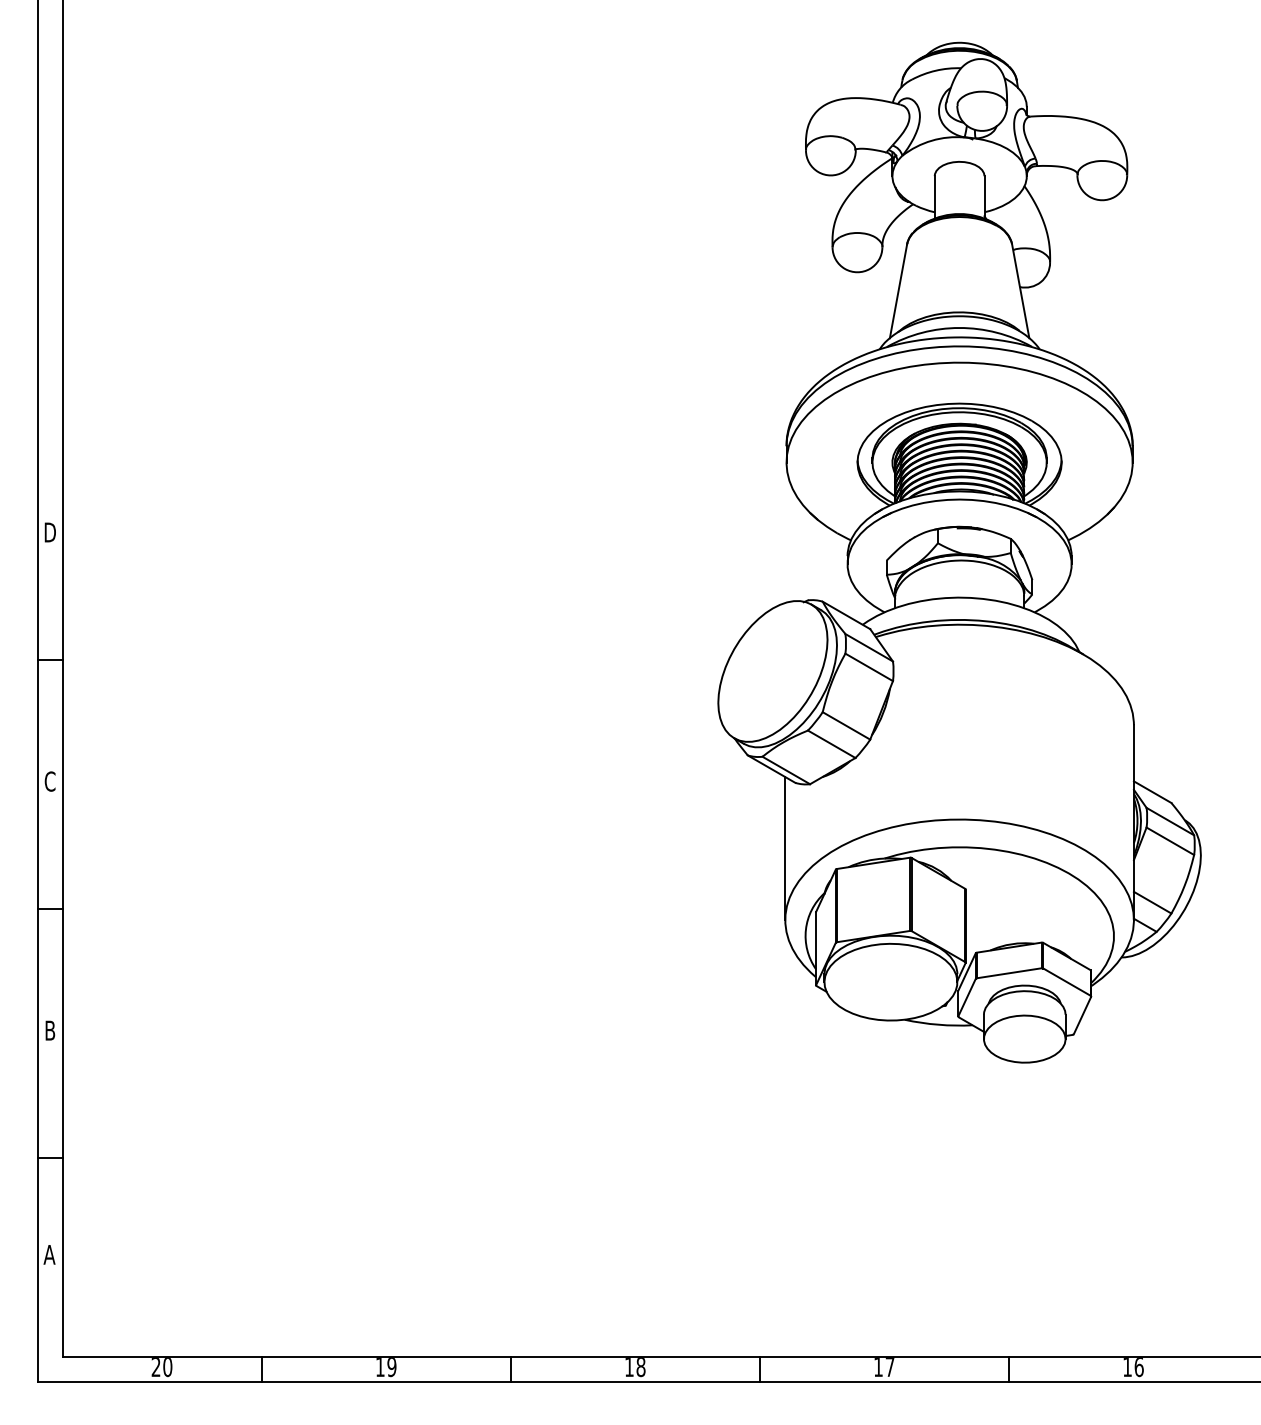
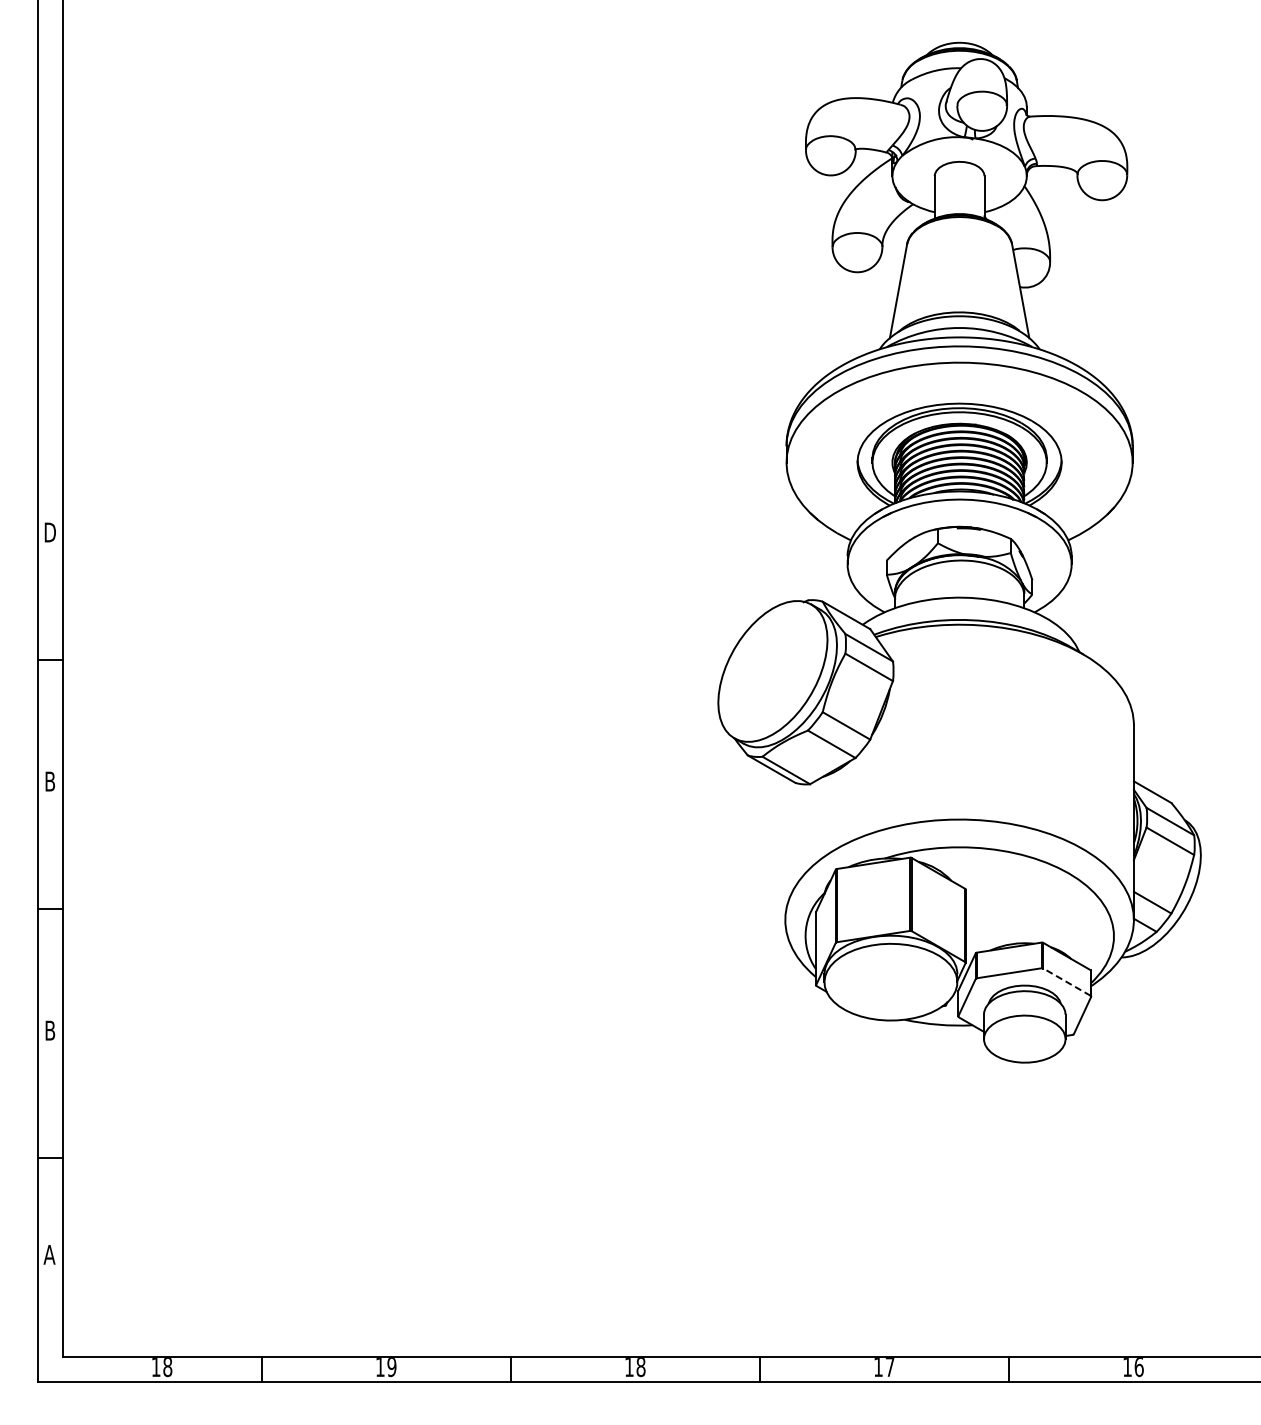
text at (49, 781): C -> B
line at (785, 848): present -> none
line at (1066, 981): solid -> dashed
text at (161, 1367): 20 -> 18
